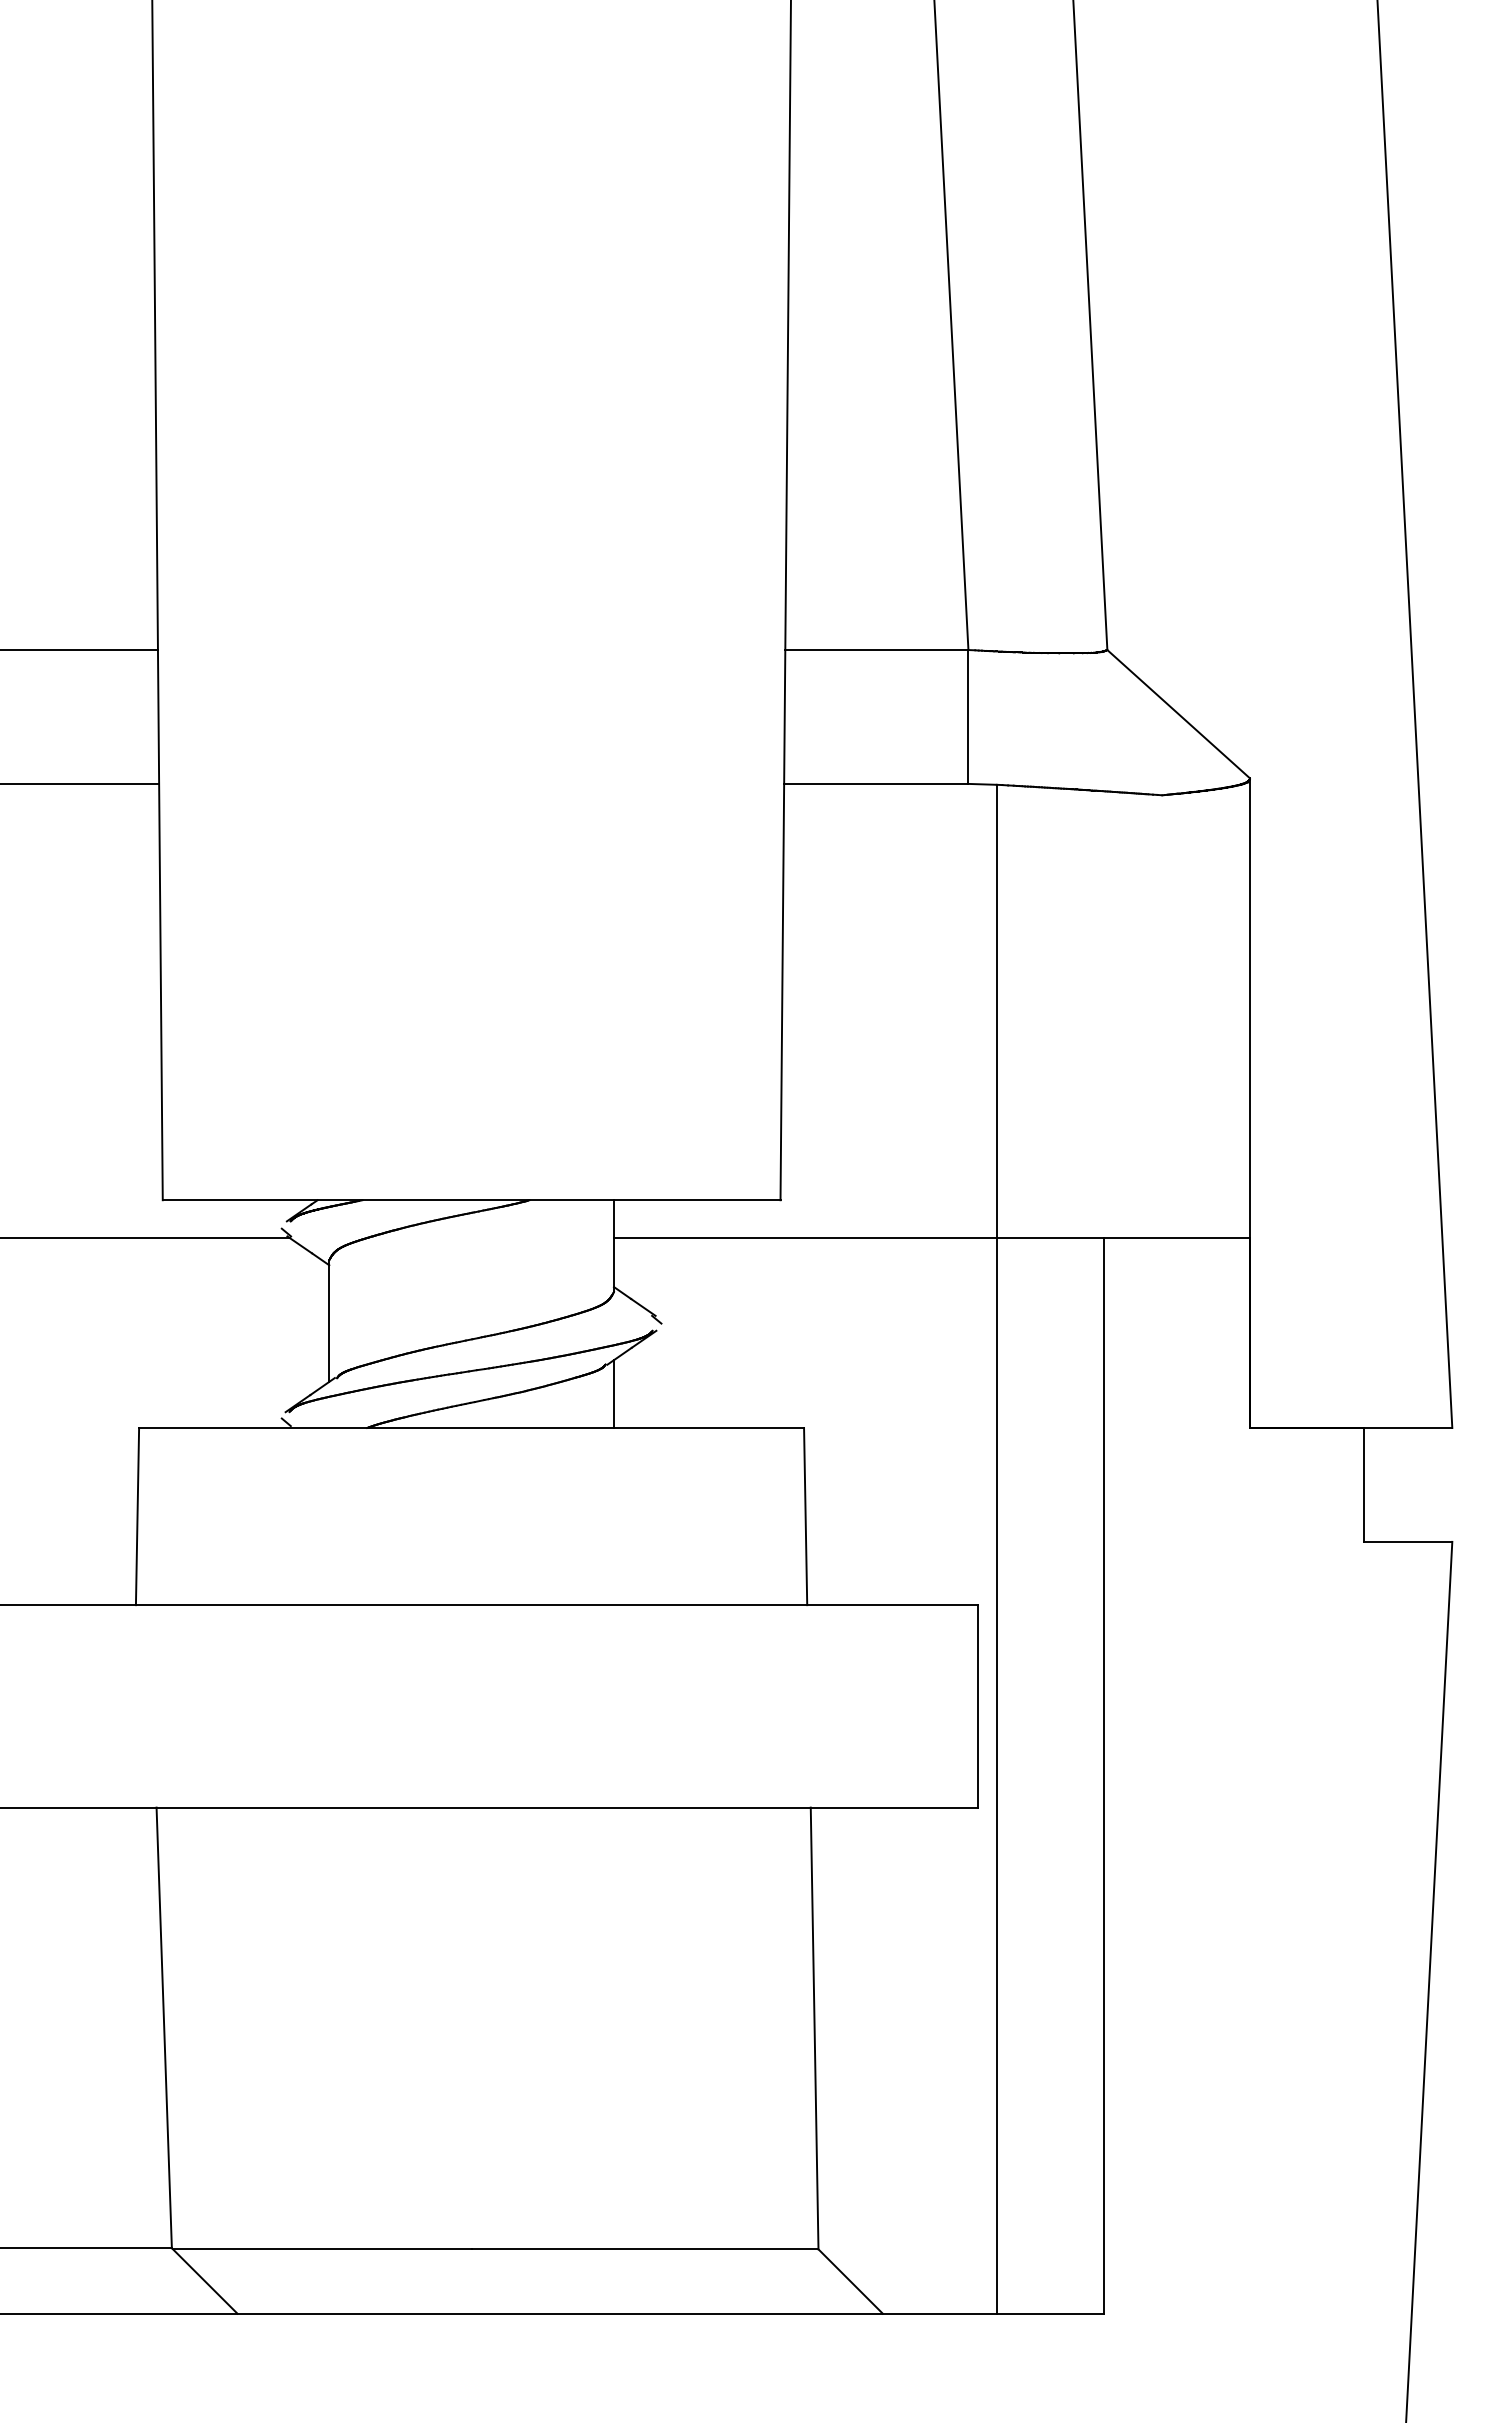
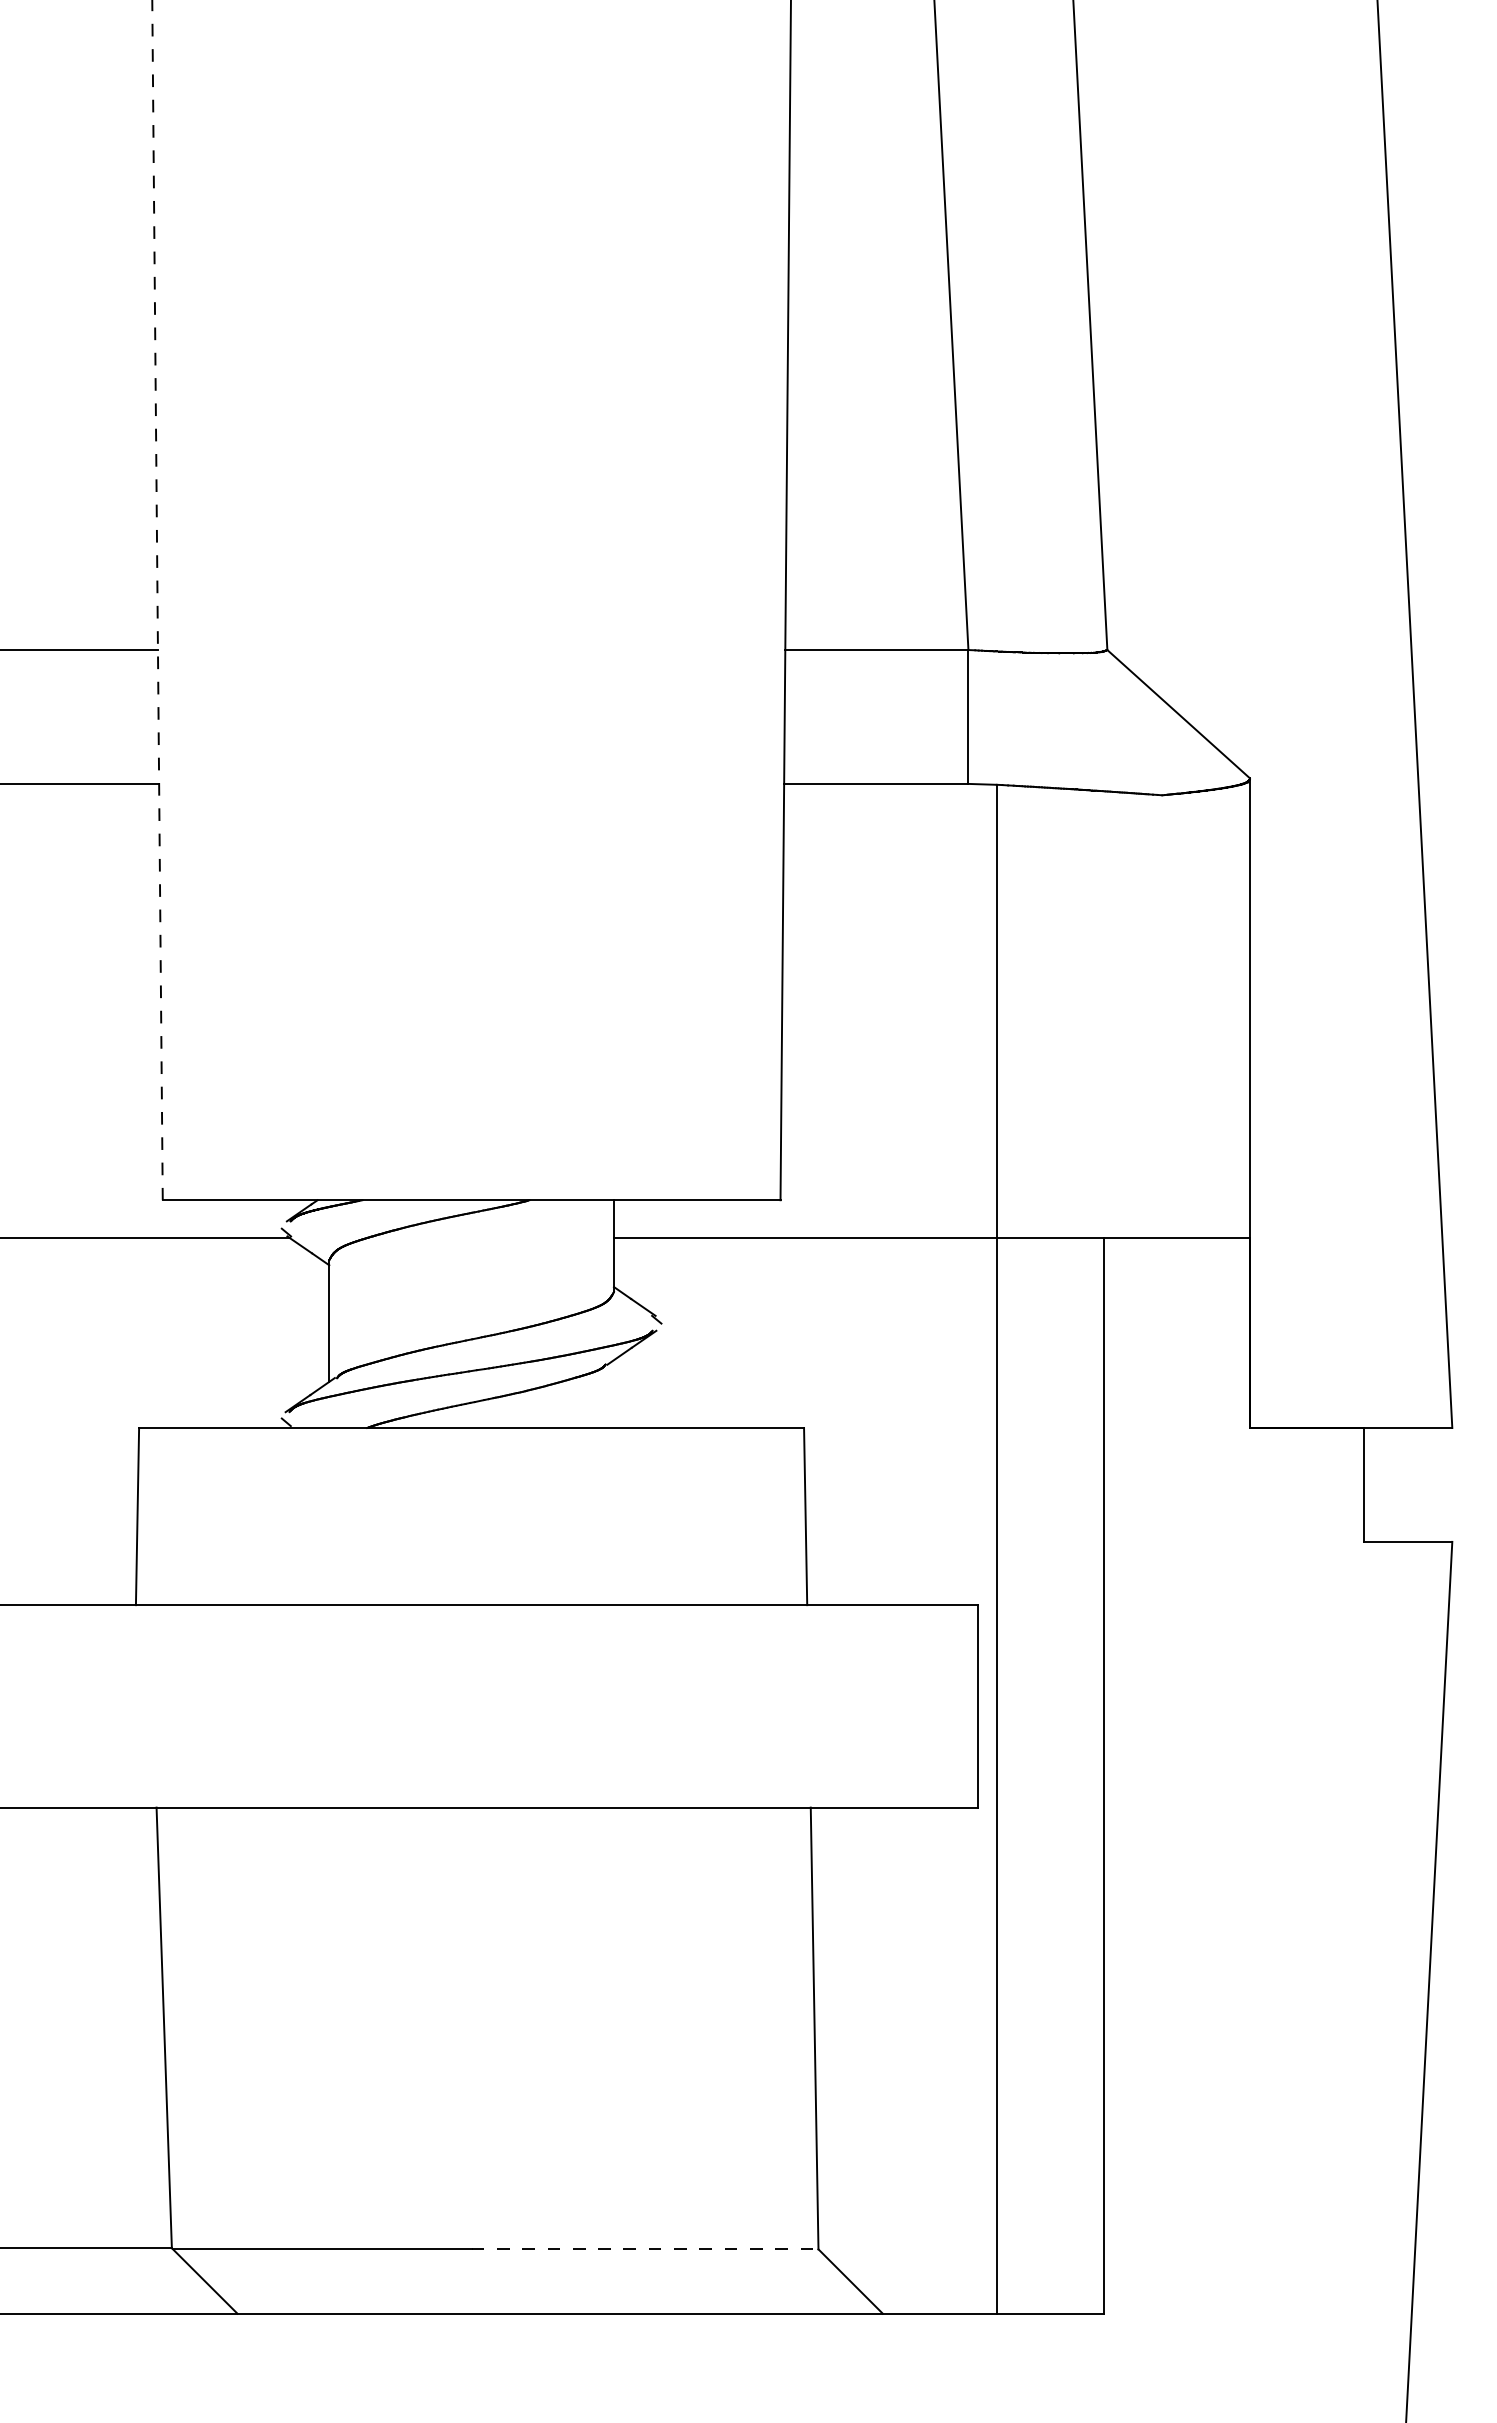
line at (157, 600): solid -> dashed
line at (614, 1394): present -> none
line at (645, 2249): solid -> dashed
